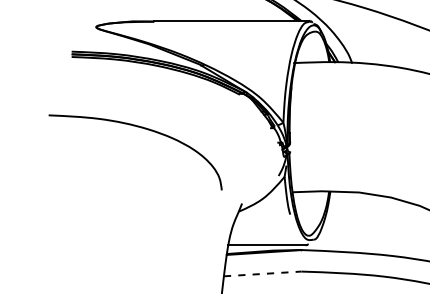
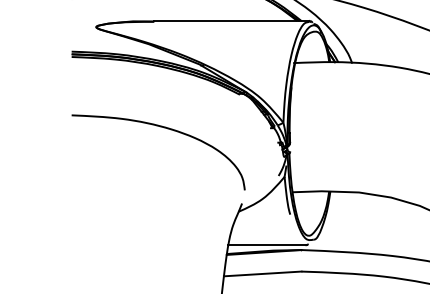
curve at (144, 129) position: (144, 129) -> (167, 129)
line at (262, 273): dashed -> solid
